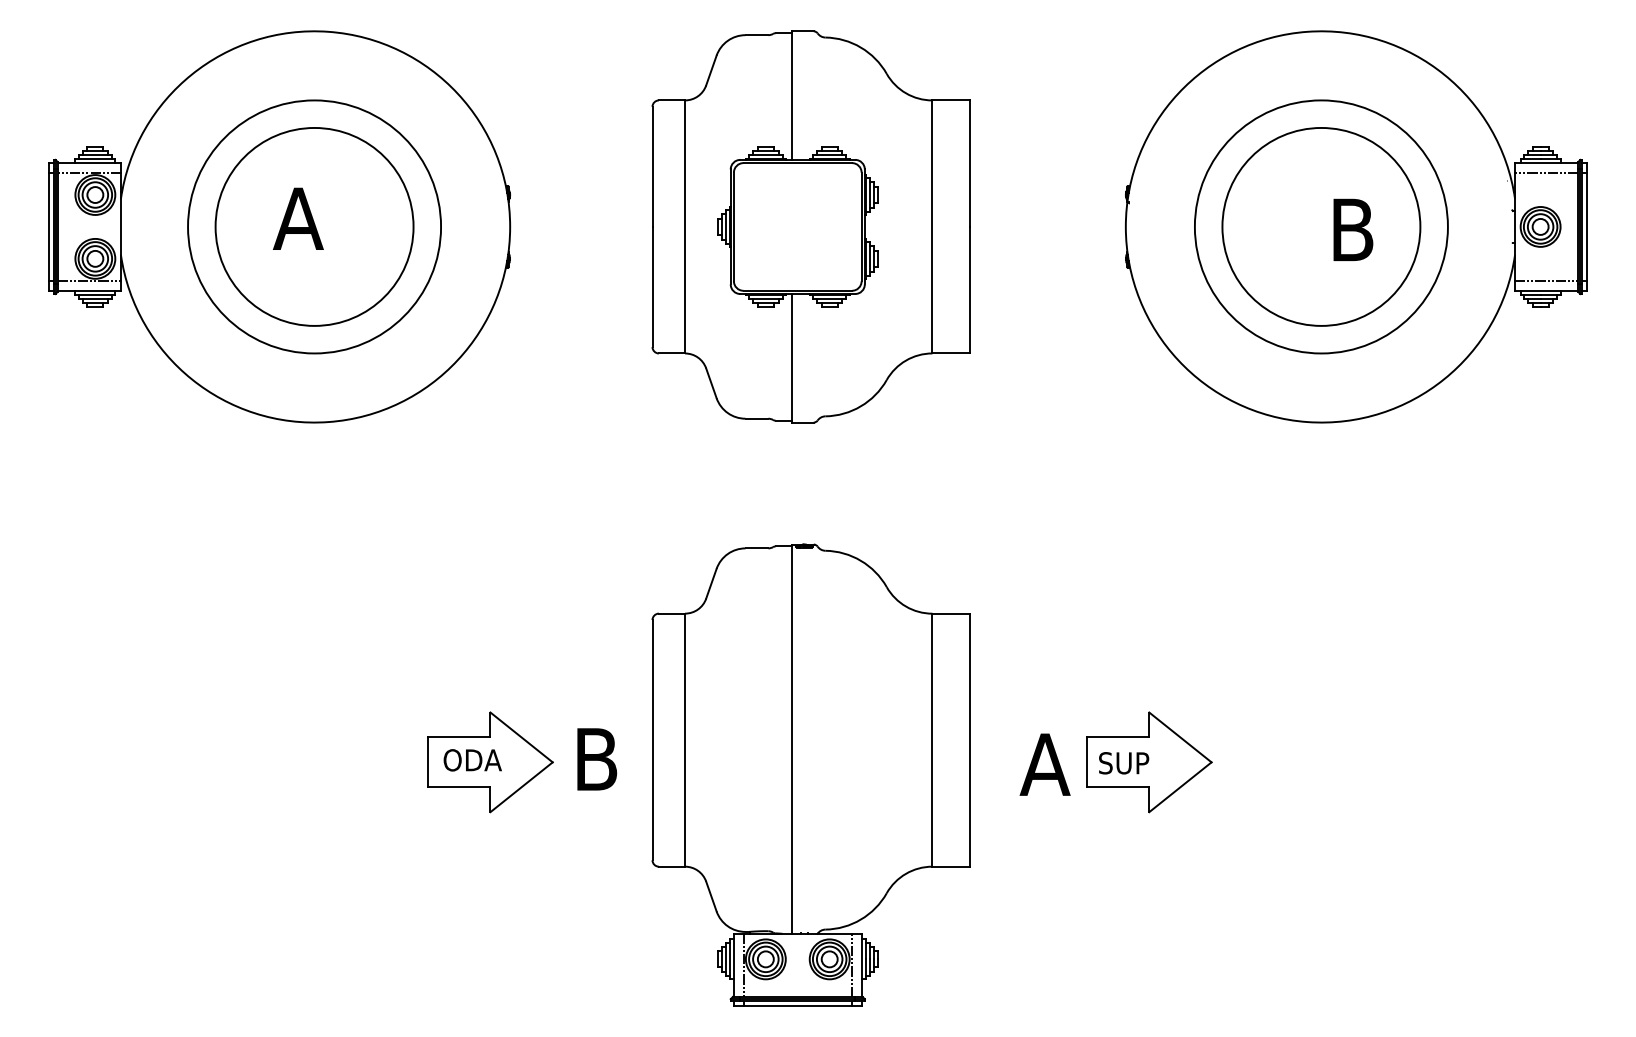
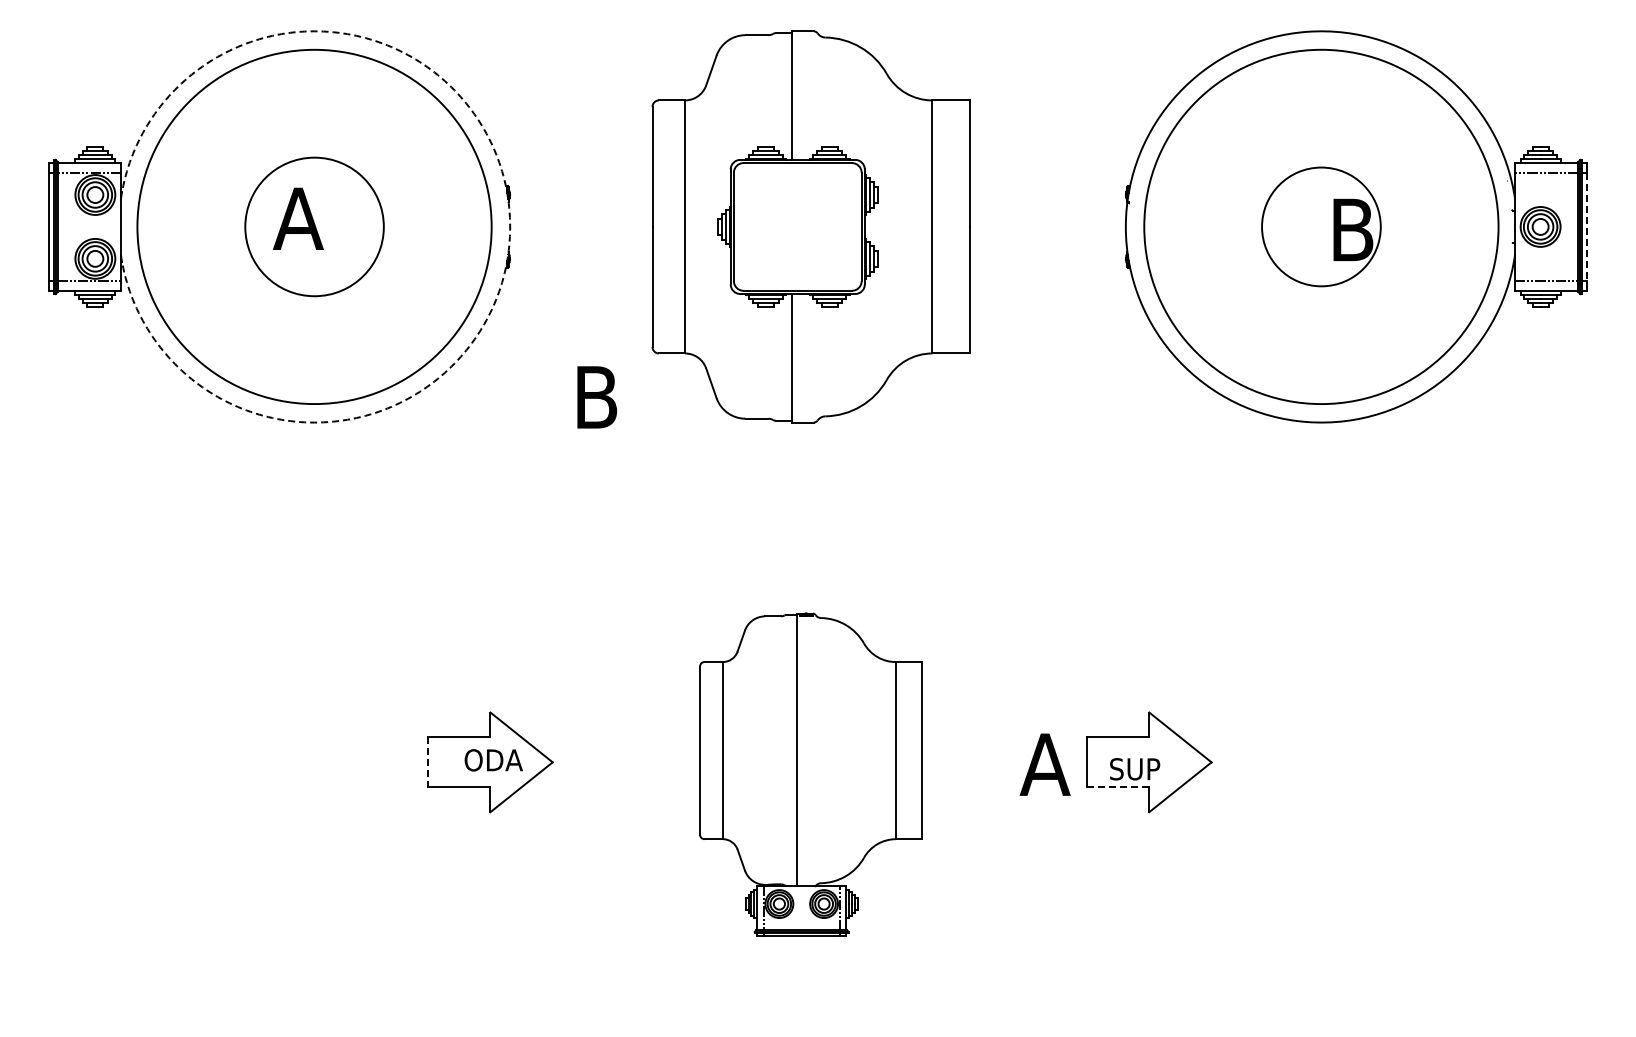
circle at (314, 226) diameter: 198 px -> 139 px
circle at (314, 226) diameter: 253 px -> 354 px
arc at (510, 226): solid -> dashed
circle at (1320, 226) diameter: 253 px -> 354 px
circle at (1321, 226) diameter: 198 px -> 119 px
line at (1586, 227): solid -> dashed
text at (597, 759) position: (597, 759) -> (597, 397)
text at (472, 760) position: (472, 760) -> (493, 760)
line at (428, 762): solid -> dashed
text at (1124, 763) position: (1124, 763) -> (1135, 769)
part at (810, 774) size: 320x464 px -> 224x325 px
line at (1117, 787): solid -> dashed
